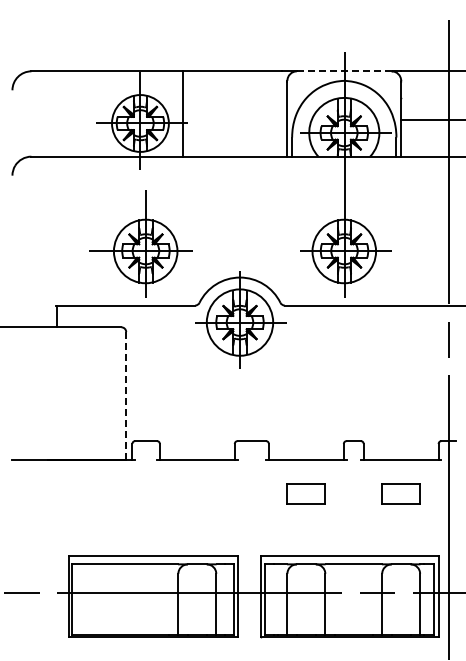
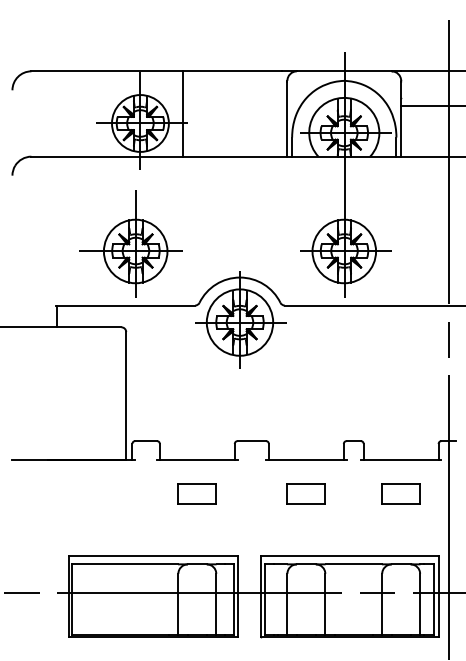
line at (344, 71): dashed -> solid
line at (431, 120) position: (431, 120) -> (431, 106)
part at (140, 243) position: (140, 243) -> (130, 243)
line at (126, 396): dashed -> solid
part at (196, 493): none -> present
